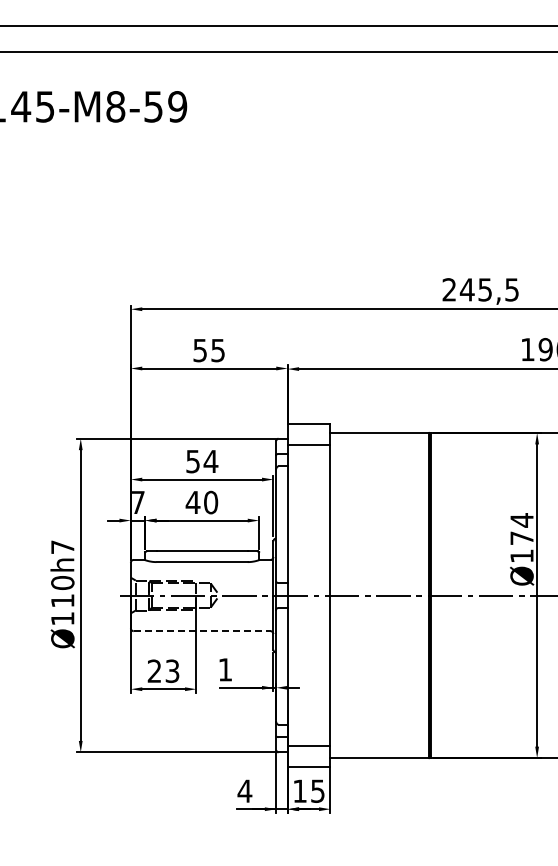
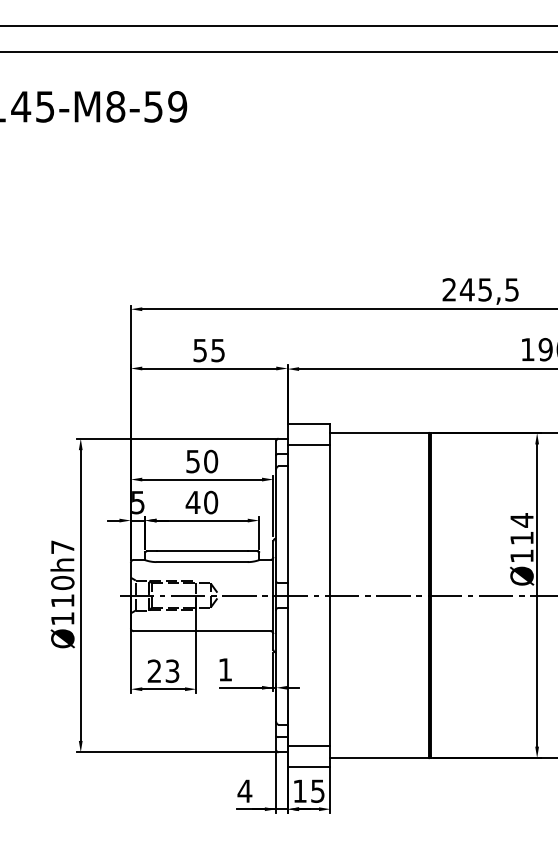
text at (210, 461): 54 -> 50
text at (138, 502): 7 -> 5
text at (521, 537): Ø174 -> Ø114
line at (202, 631): dashed -> solid
